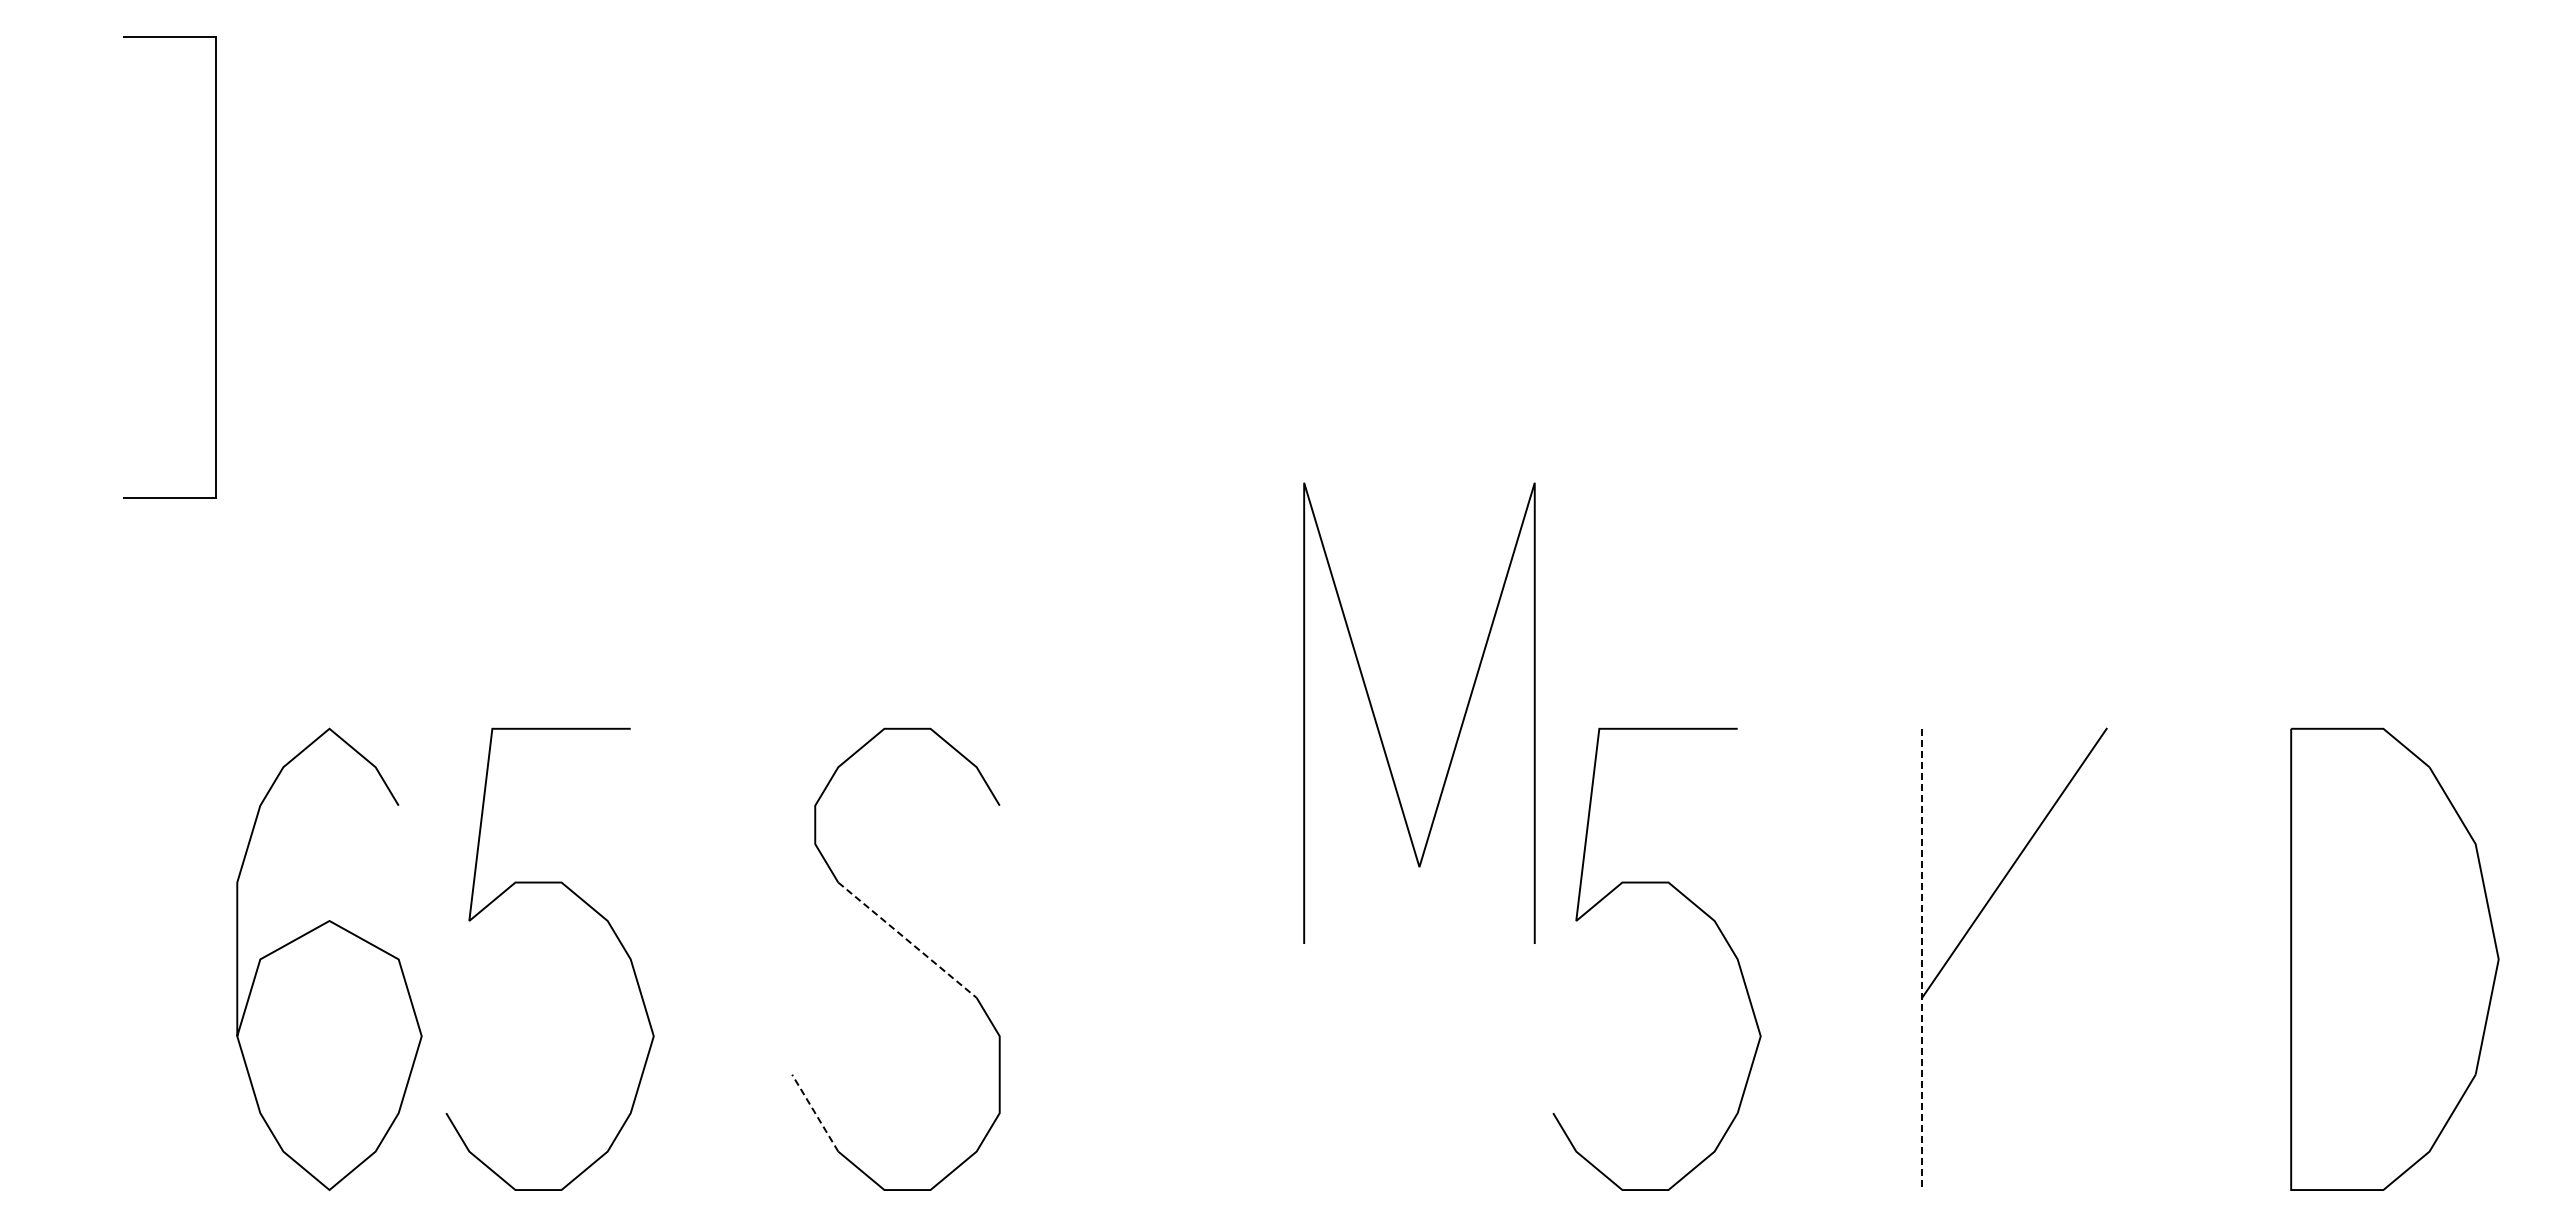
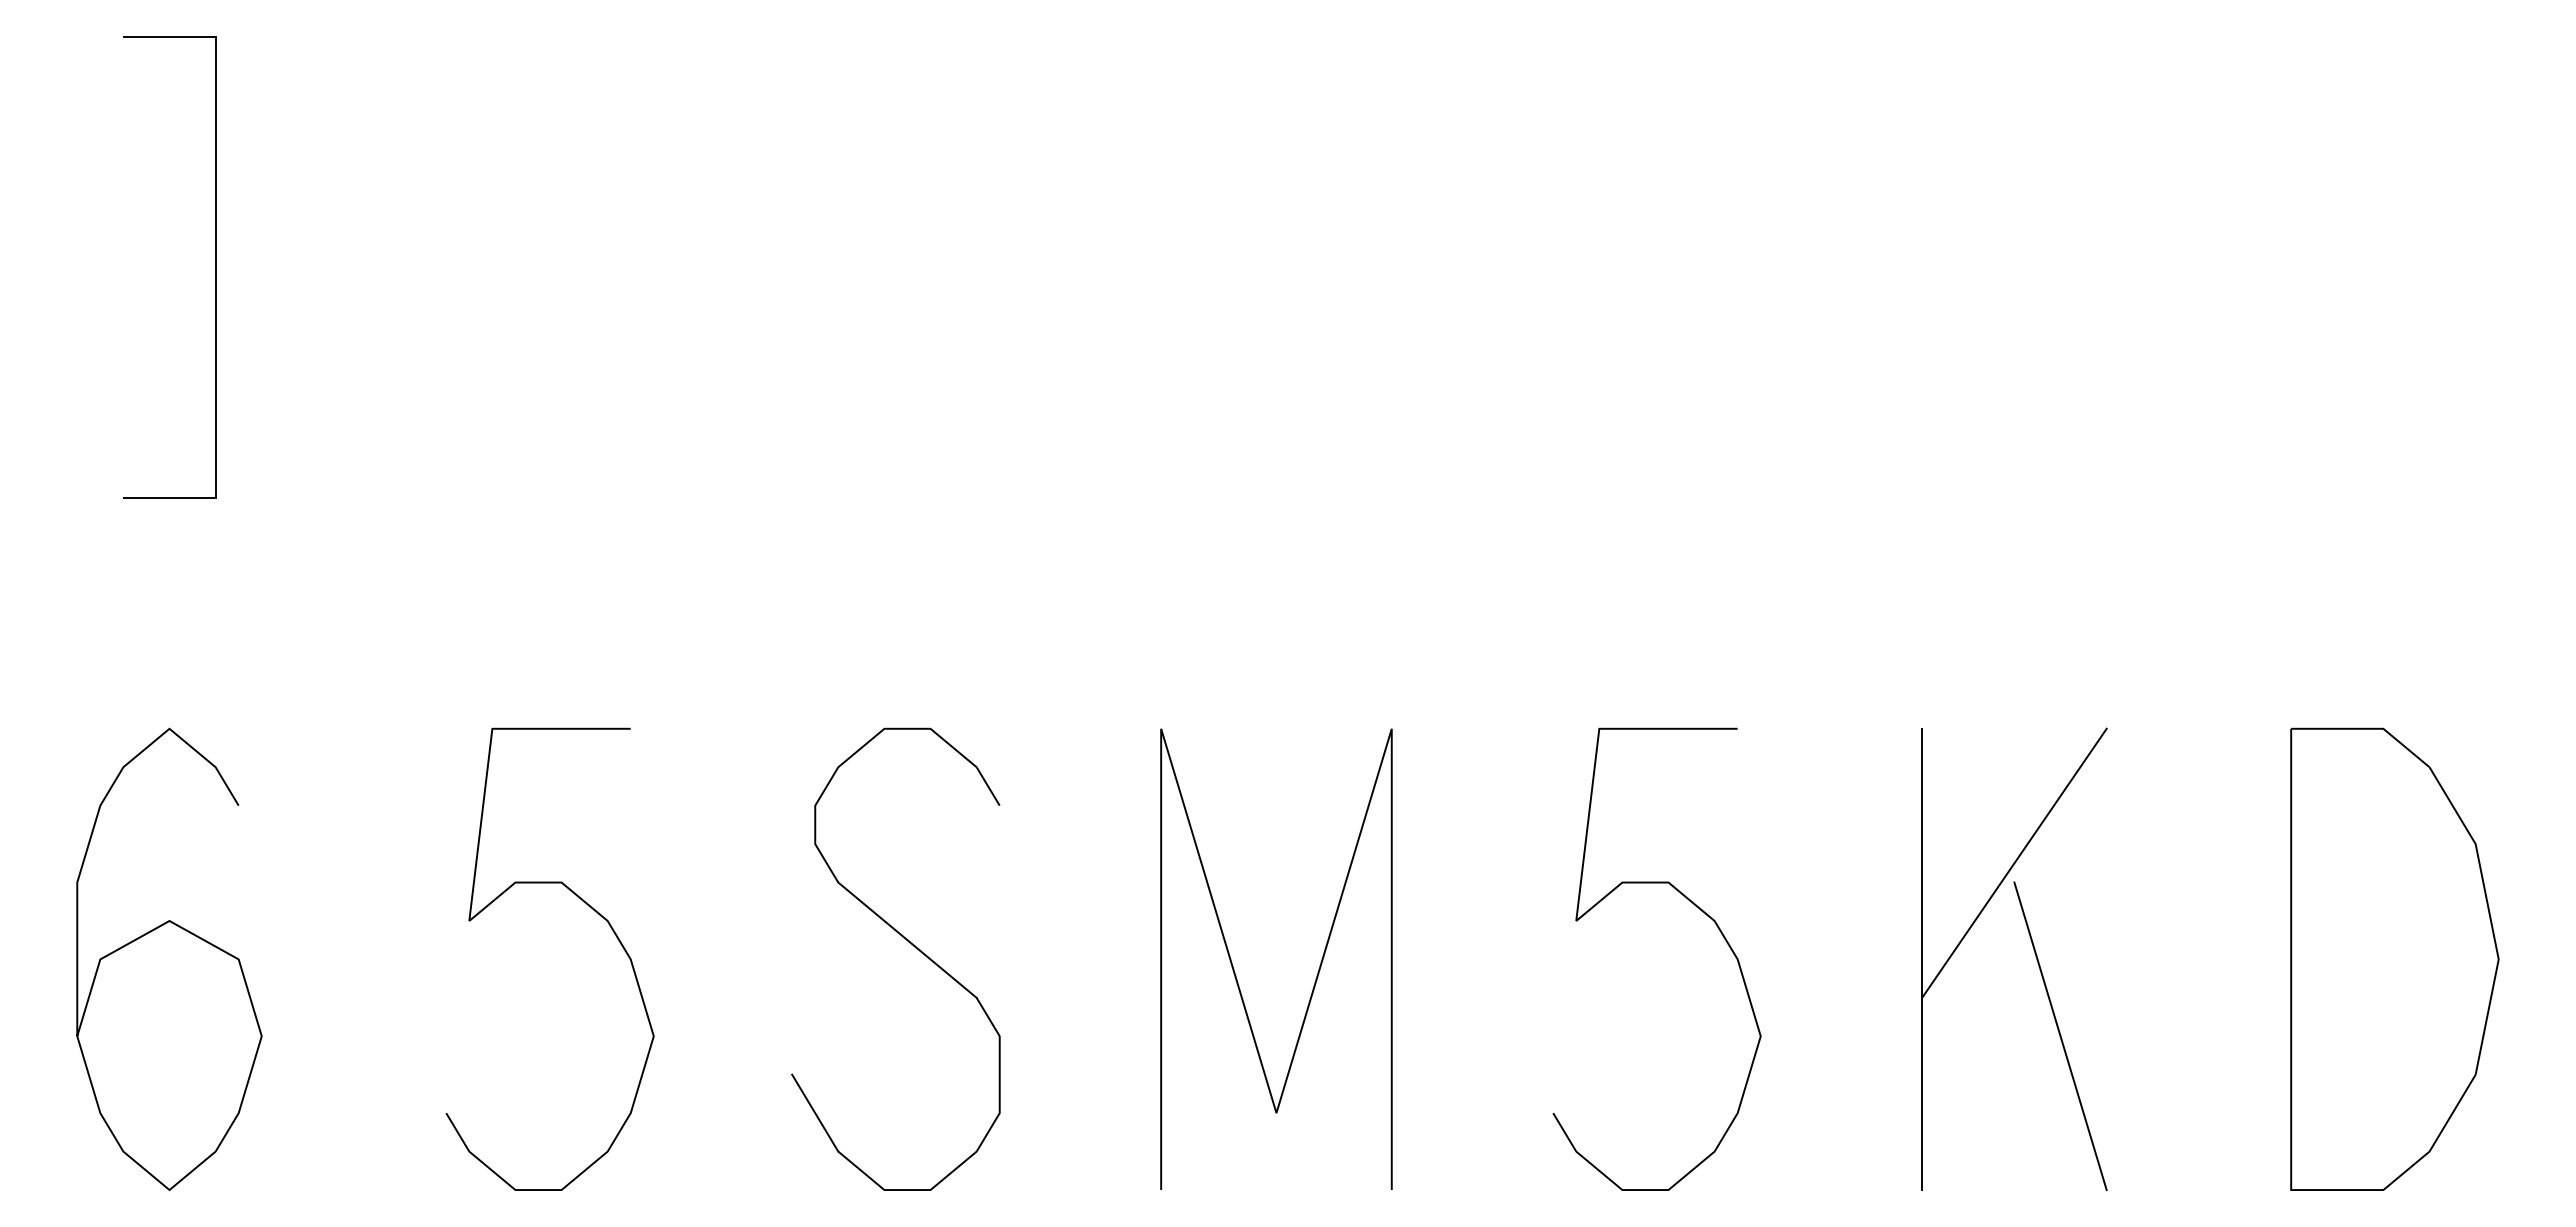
line at (1461, 722) position: (1461, 722) -> (1318, 968)
curve at (311, 932) position: (311, 932) -> (151, 932)
line at (907, 940): dashed -> solid
line at (1922, 959): dashed -> solid
line at (2060, 1036): none -> present
line at (815, 1113): dashed -> solid
